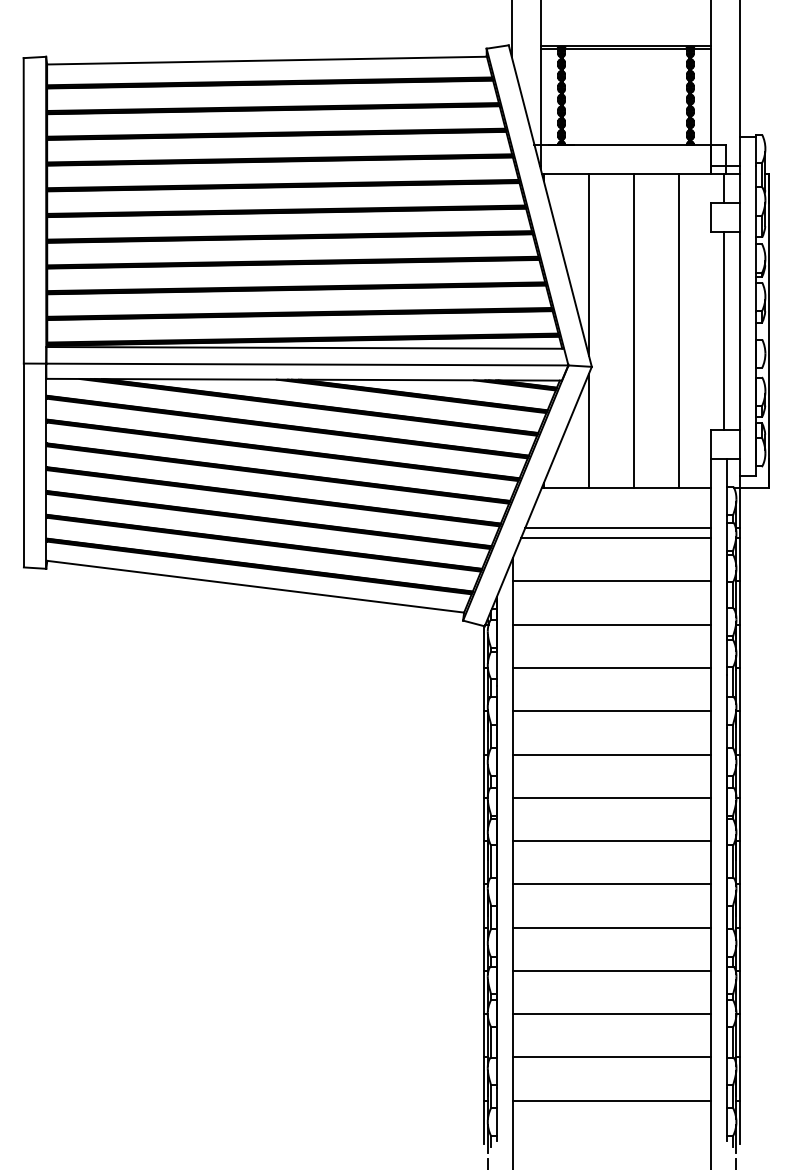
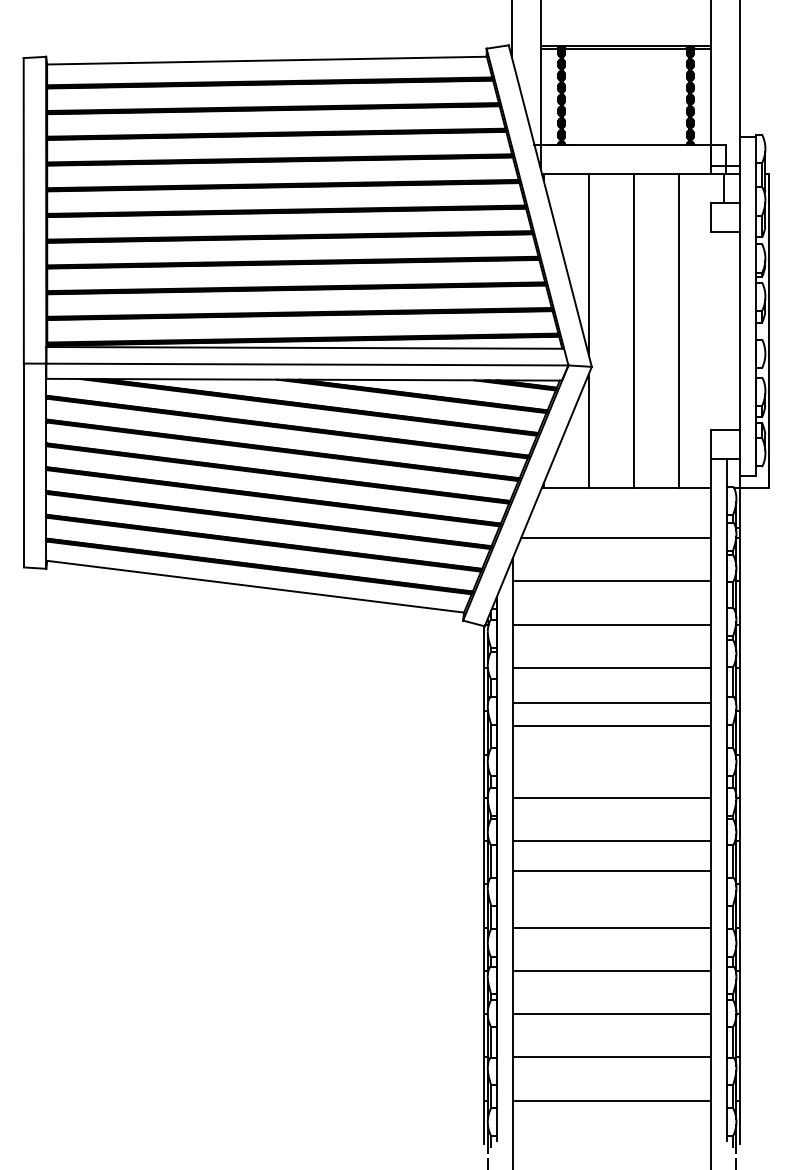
line at (724, 330): present -> none
line at (618, 527): present -> none
line at (611, 711) position: (611, 711) -> (611, 703)
line at (611, 754) position: (611, 754) -> (611, 725)
line at (611, 884) position: (611, 884) -> (611, 871)
